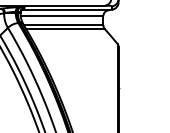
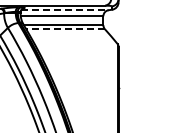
line at (65, 10): solid -> dashed
line at (65, 29): solid -> dashed
